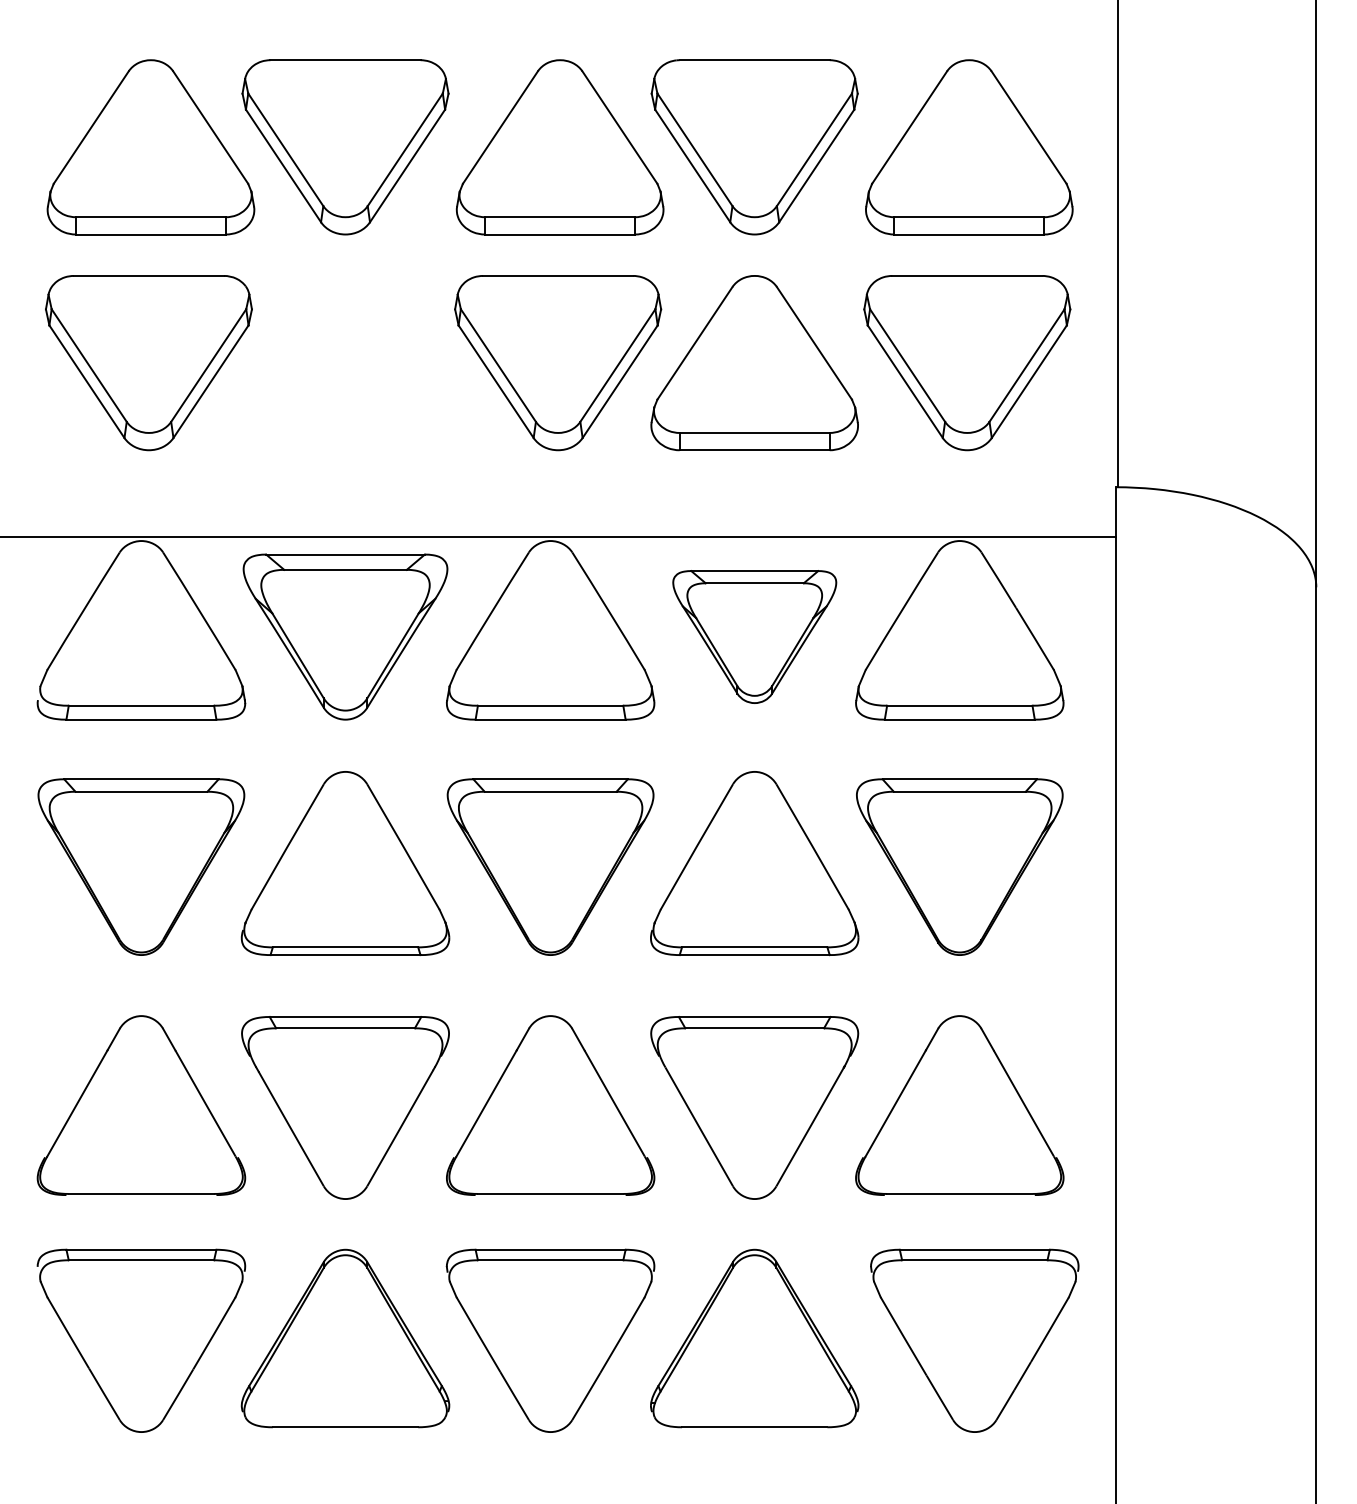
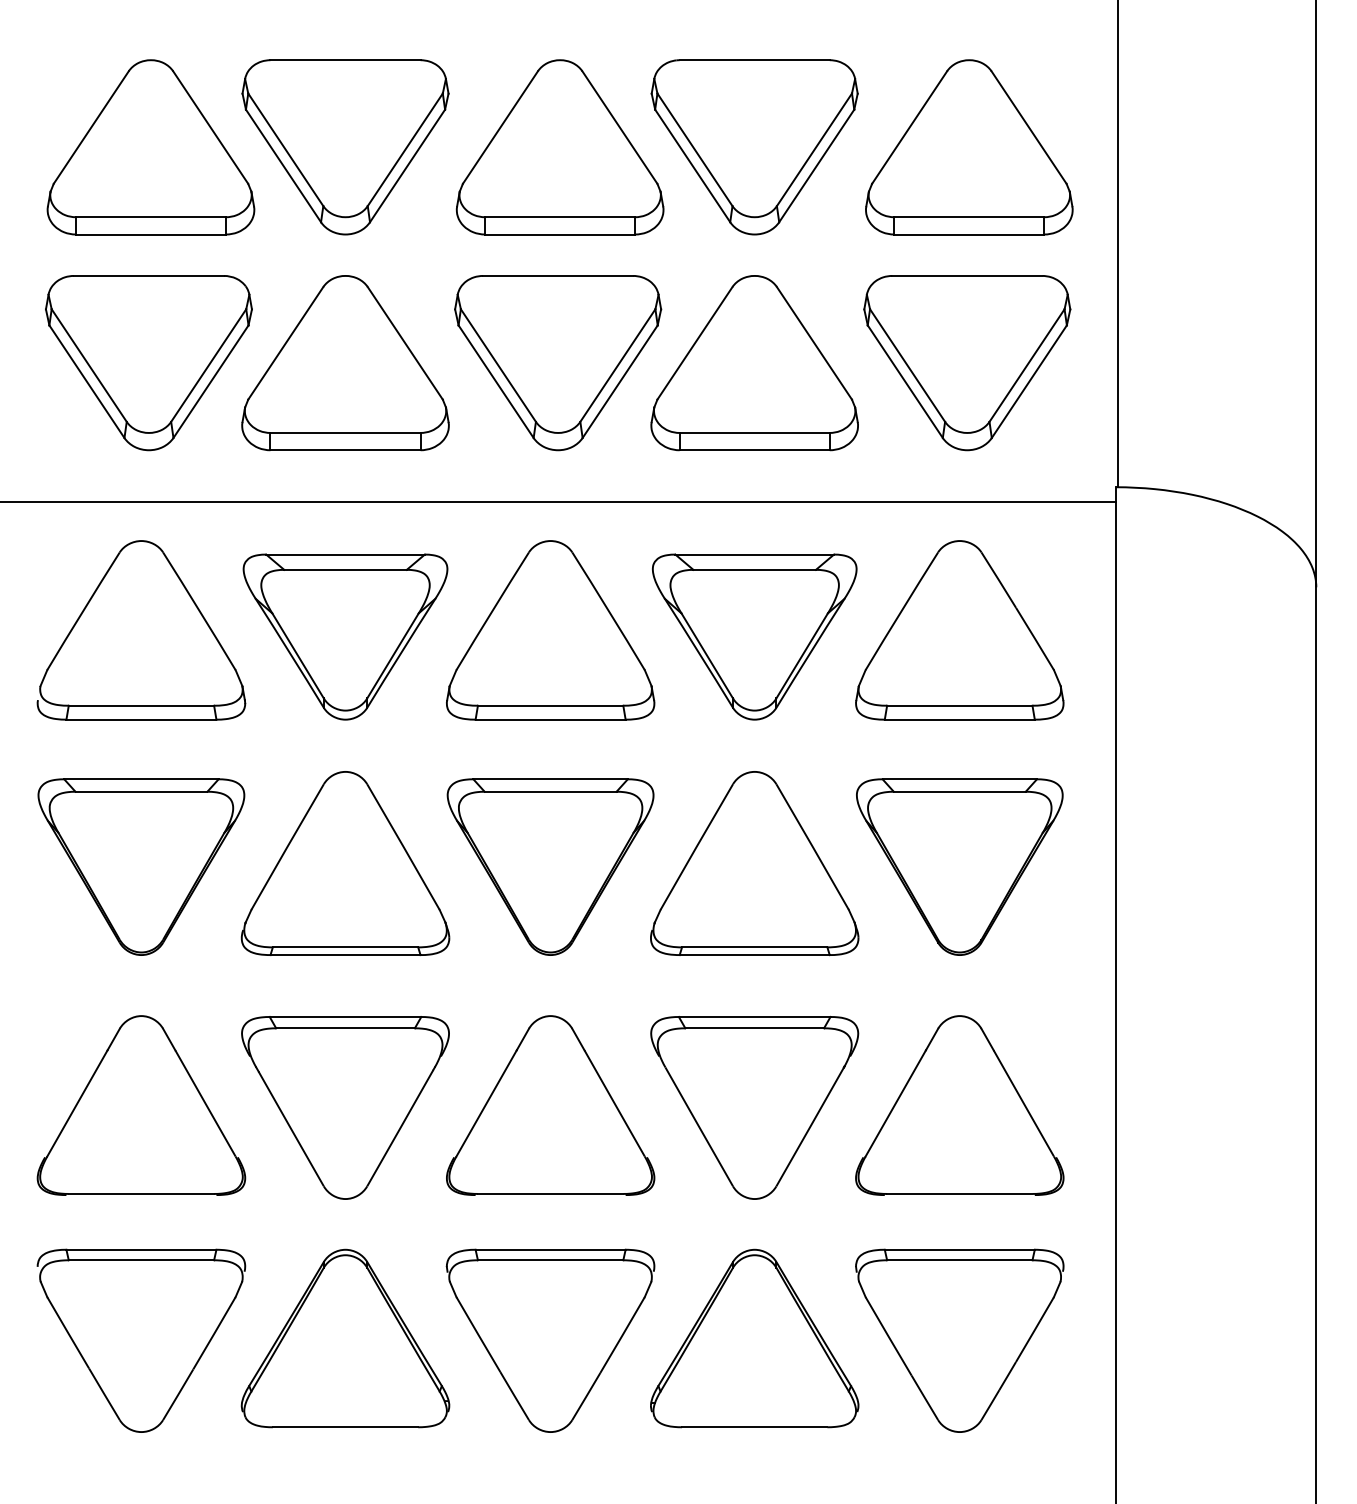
part at (345, 363): none -> present
line at (559, 537) position: (559, 537) -> (559, 502)
part at (754, 636) size: 166x134 px -> 206x168 px
part at (974, 1340) position: (974, 1340) -> (959, 1340)
